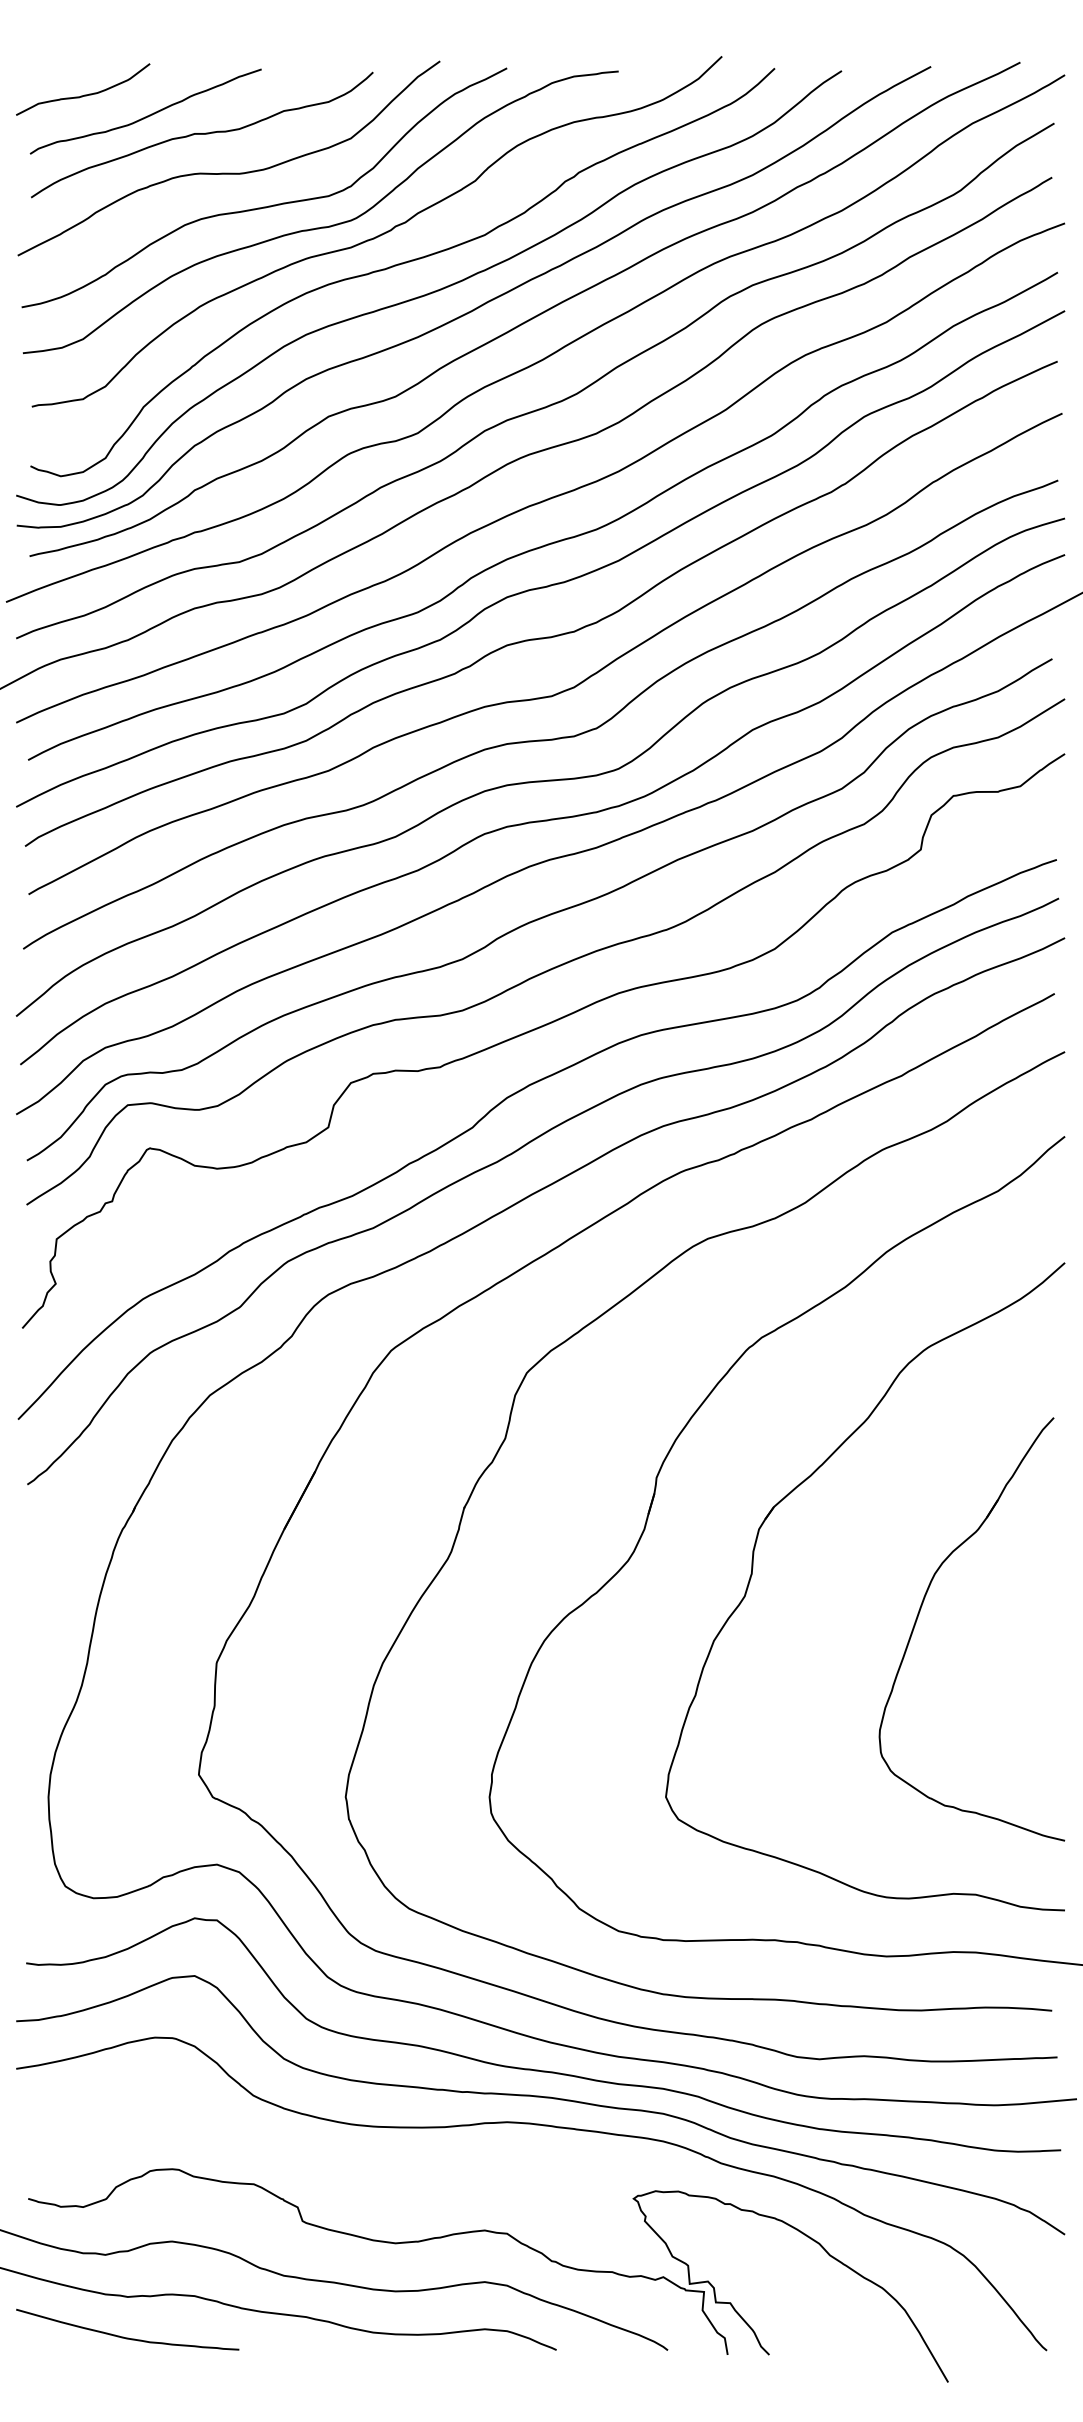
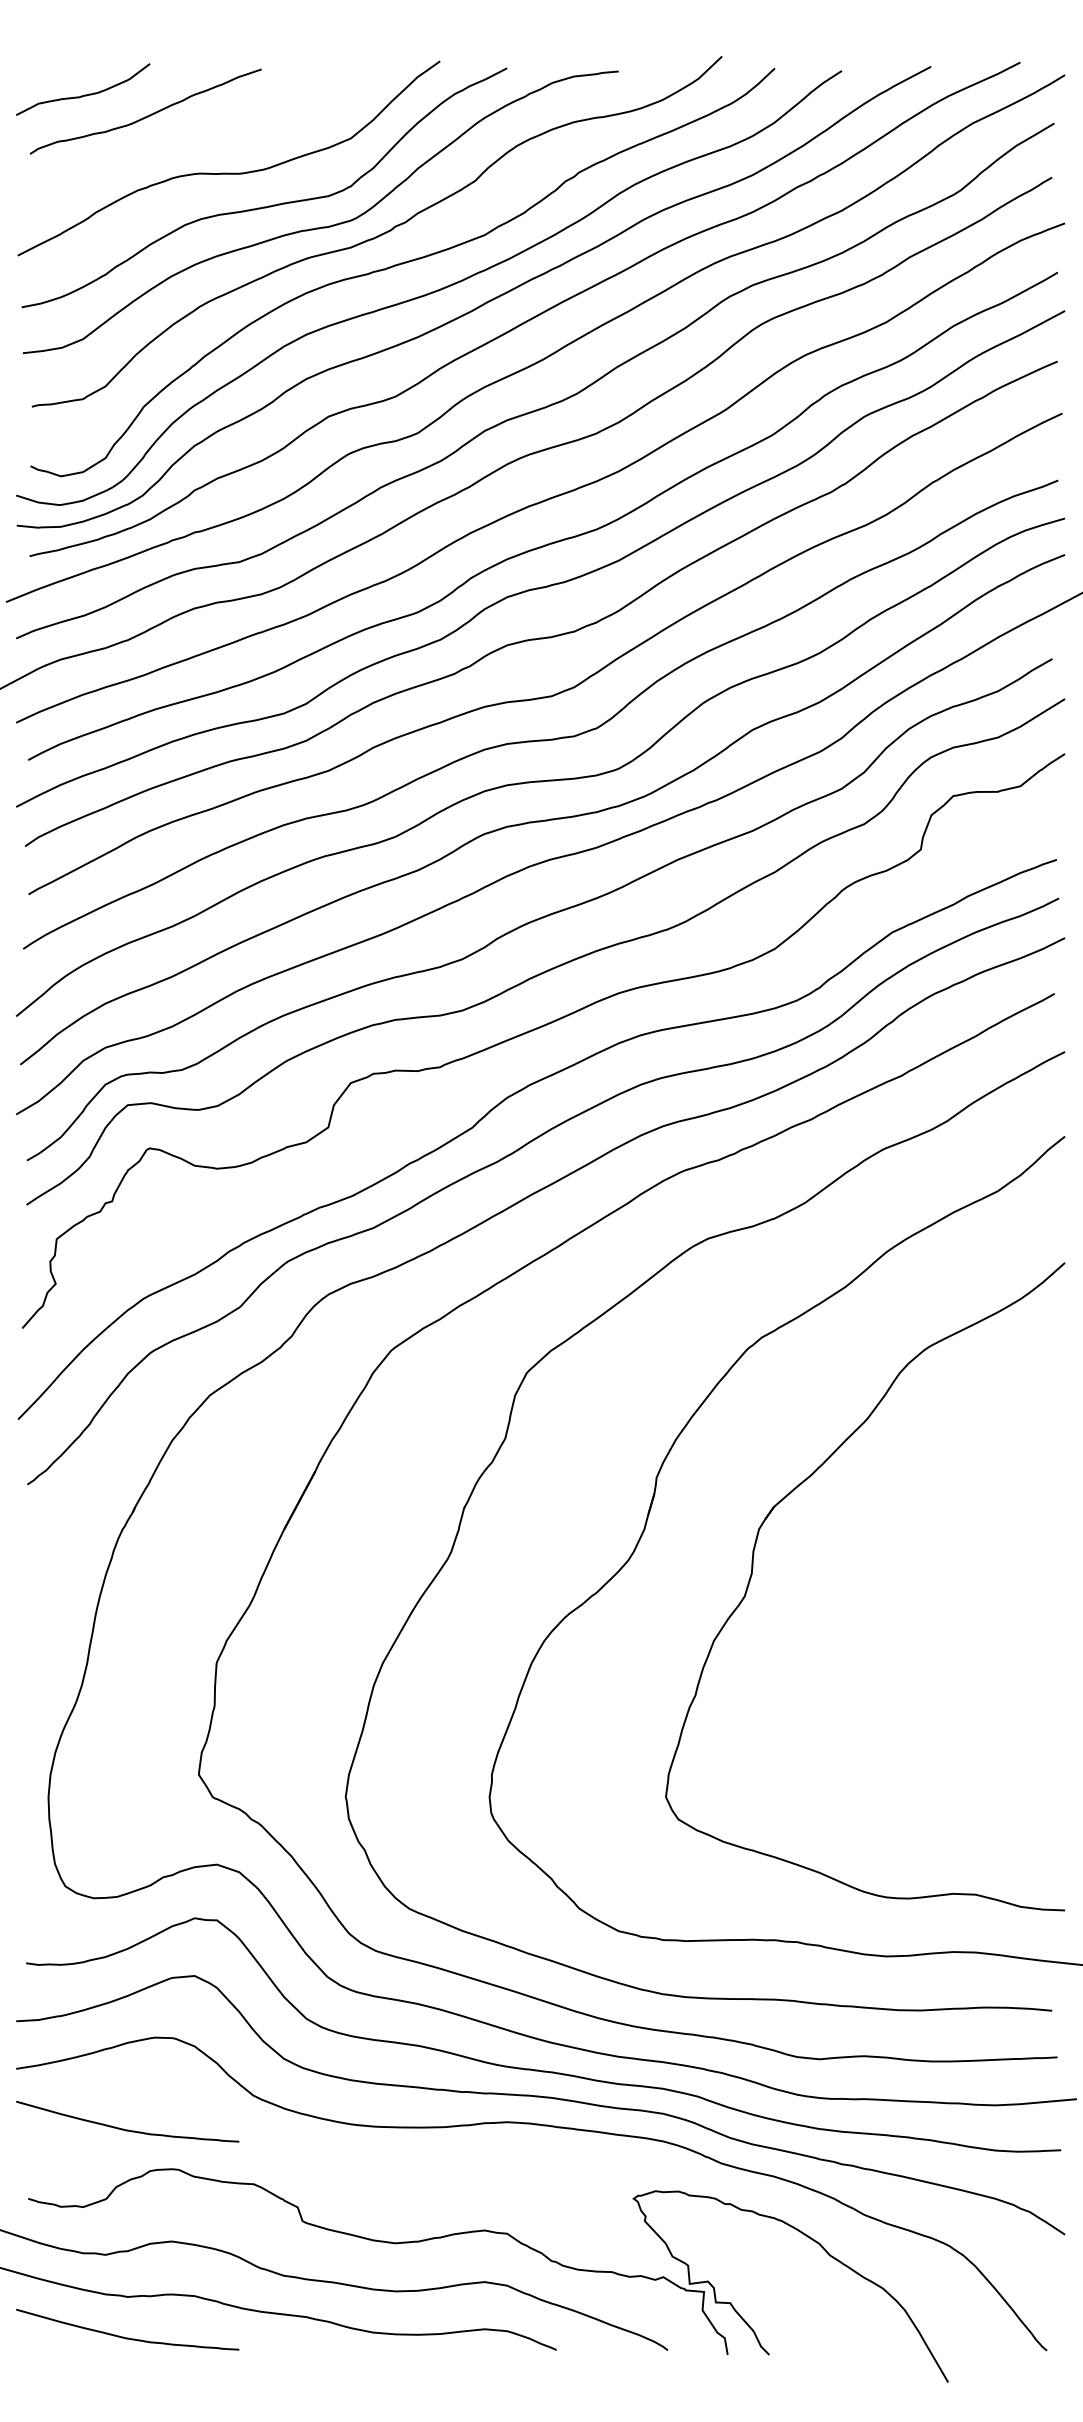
curve at (202, 134): present -> none
part at (920, 1611): present -> none
curve at (127, 2129): none -> present
